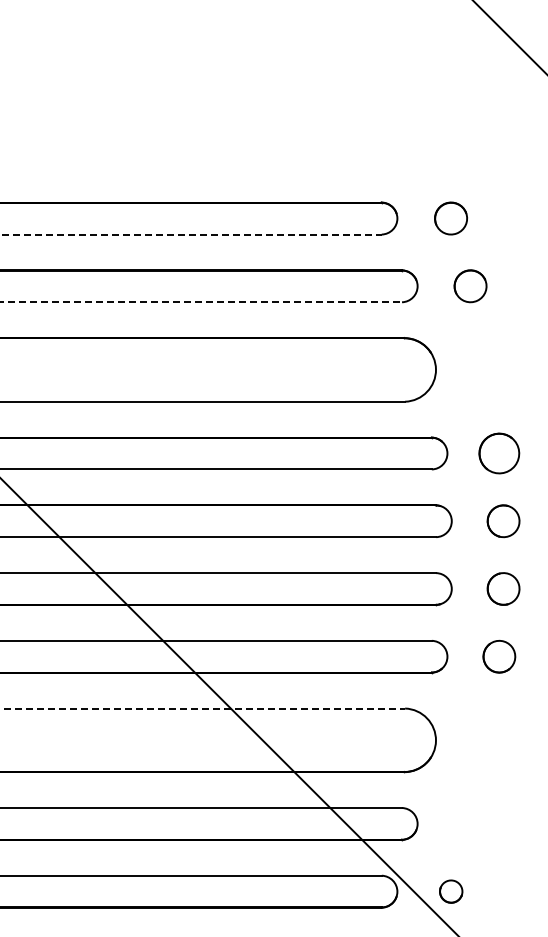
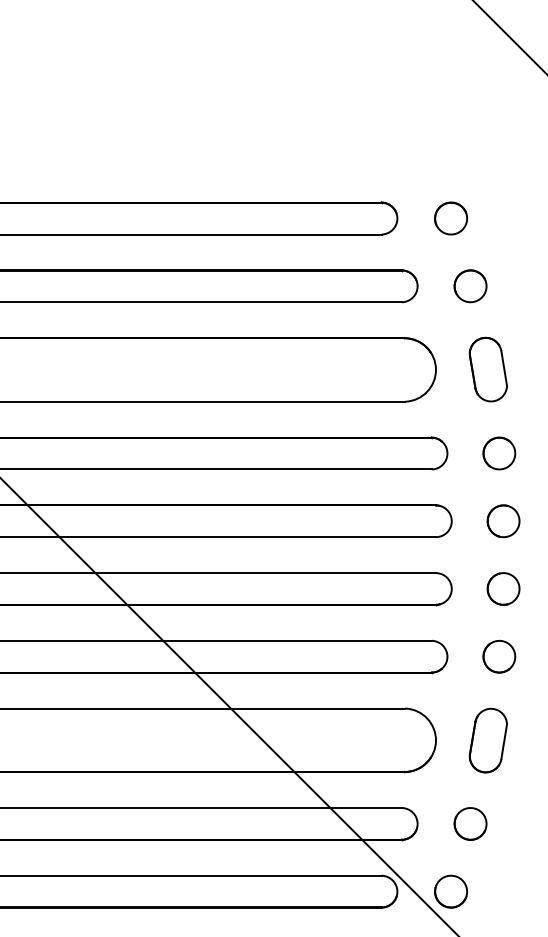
line at (191, 234): dashed -> solid
line at (201, 302): dashed -> solid
part at (487, 369): none -> present
part at (499, 453) size: 43x43 px -> 35x35 px
line at (203, 708): dashed -> solid
part at (487, 740): none -> present
part at (470, 823): none -> present
part at (451, 891) size: 25x25 px -> 35x35 px
